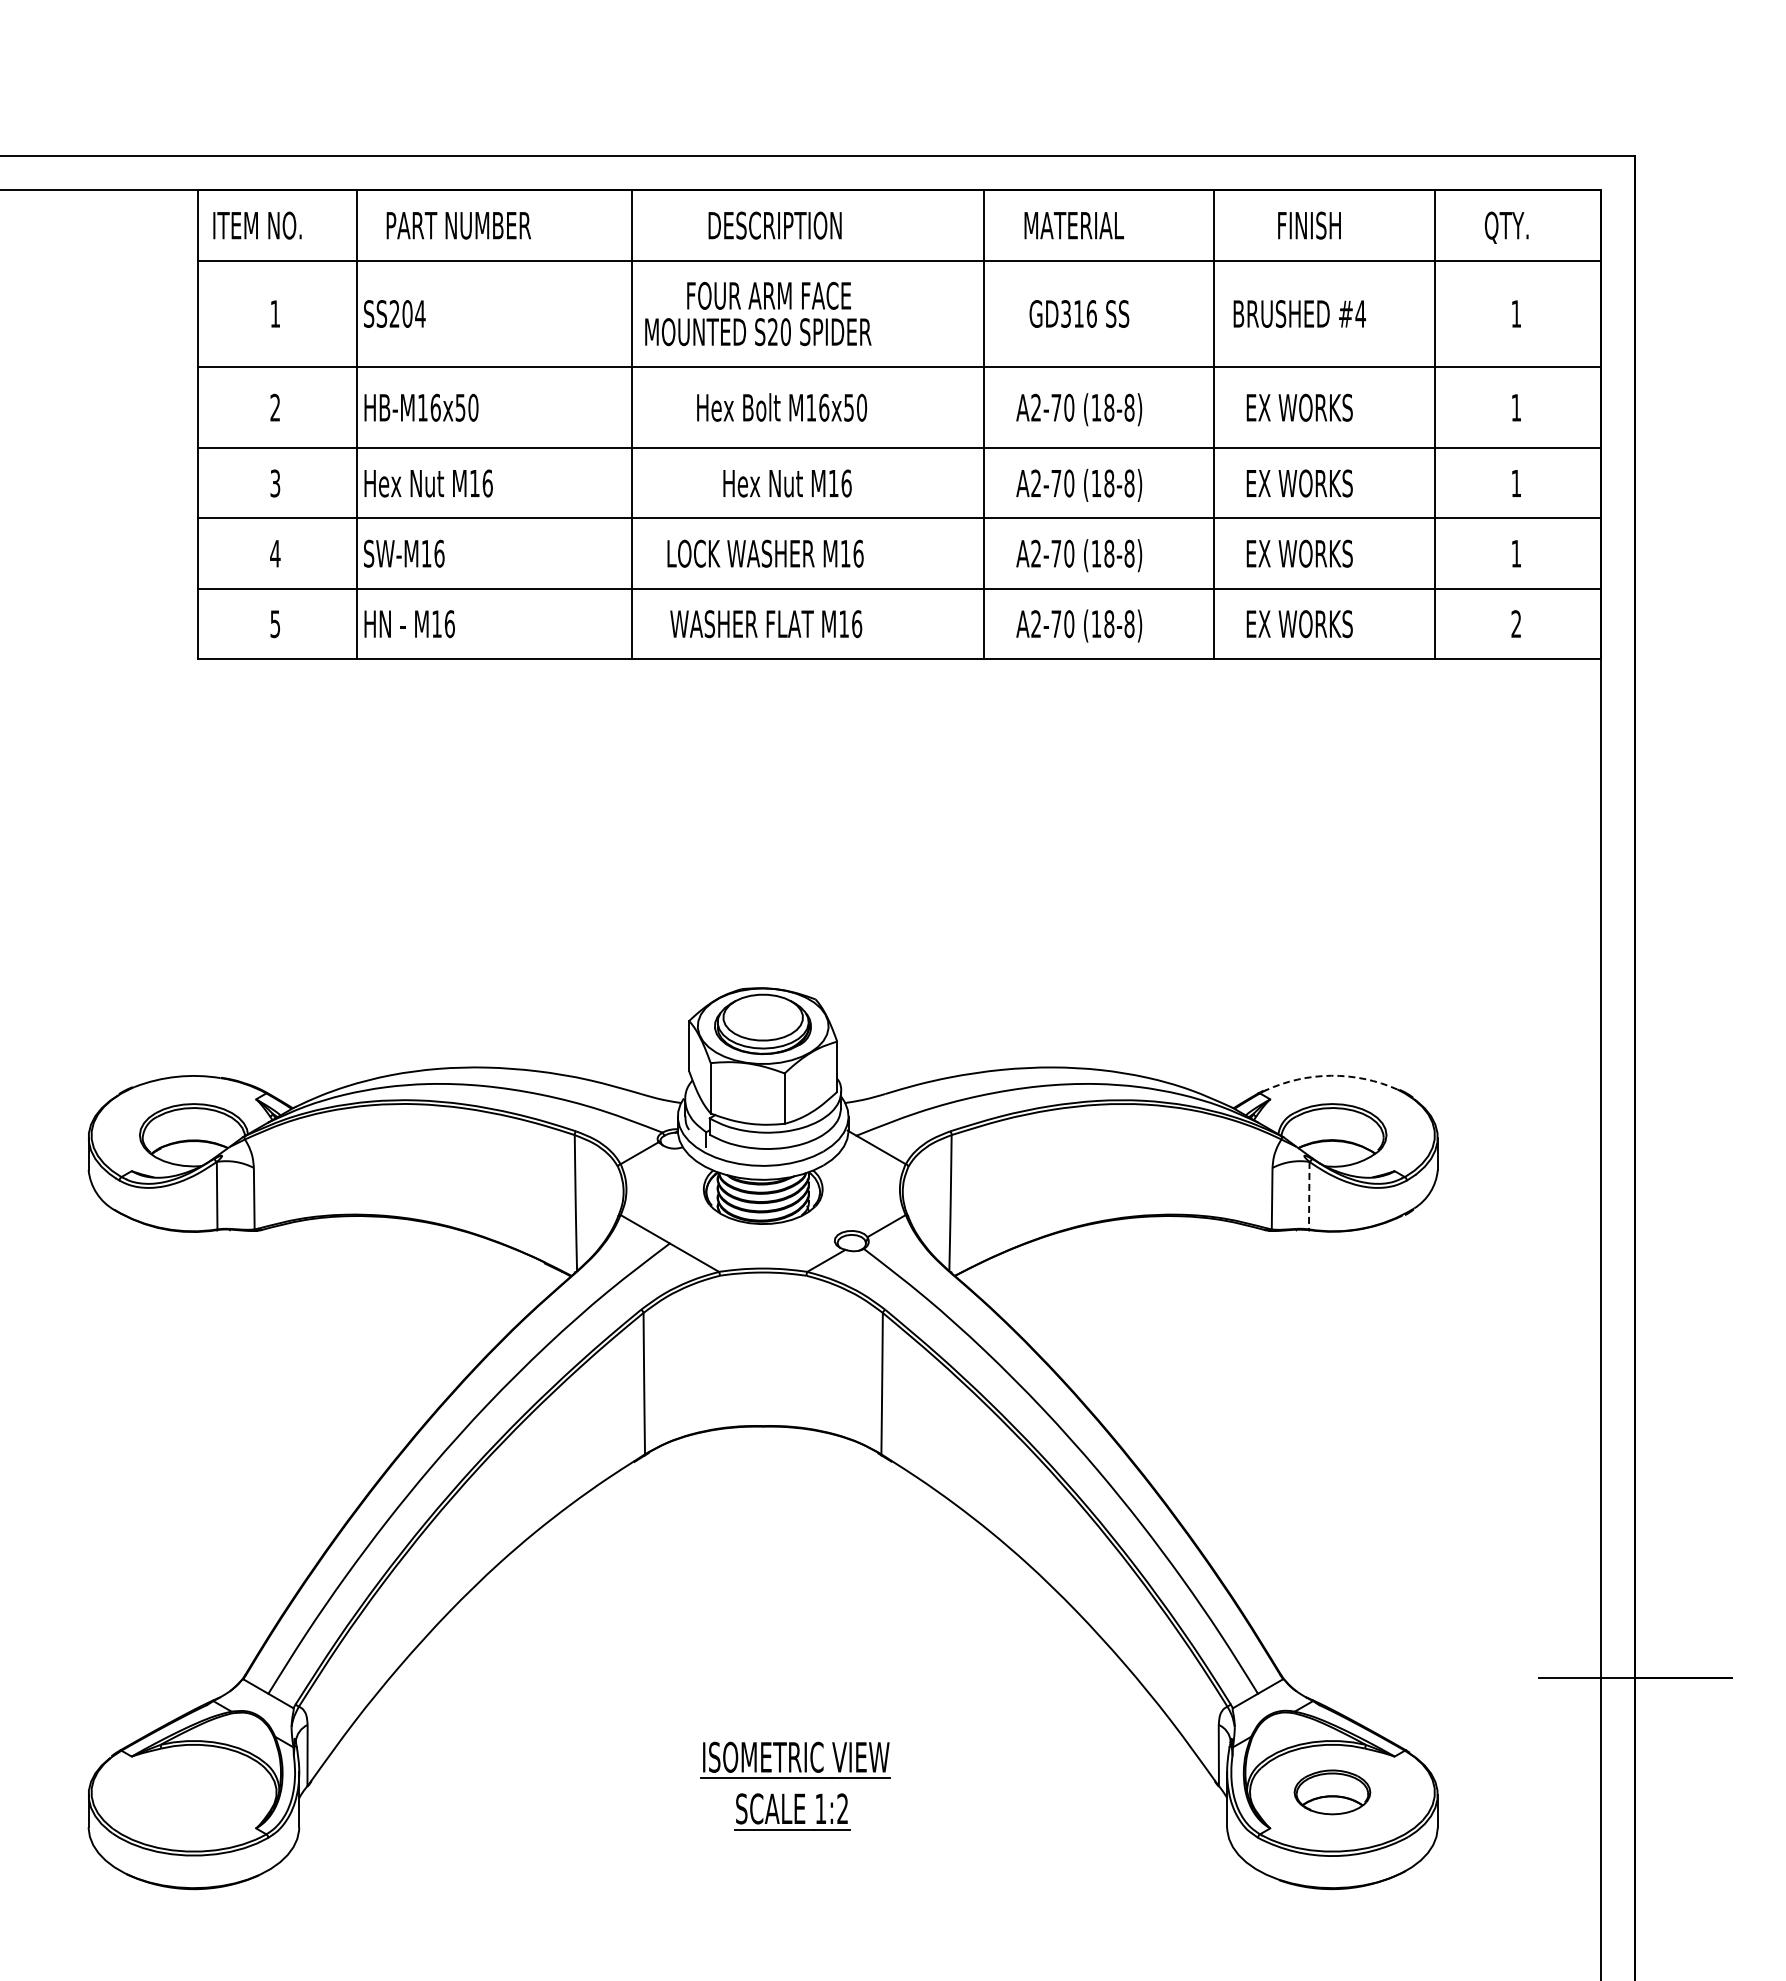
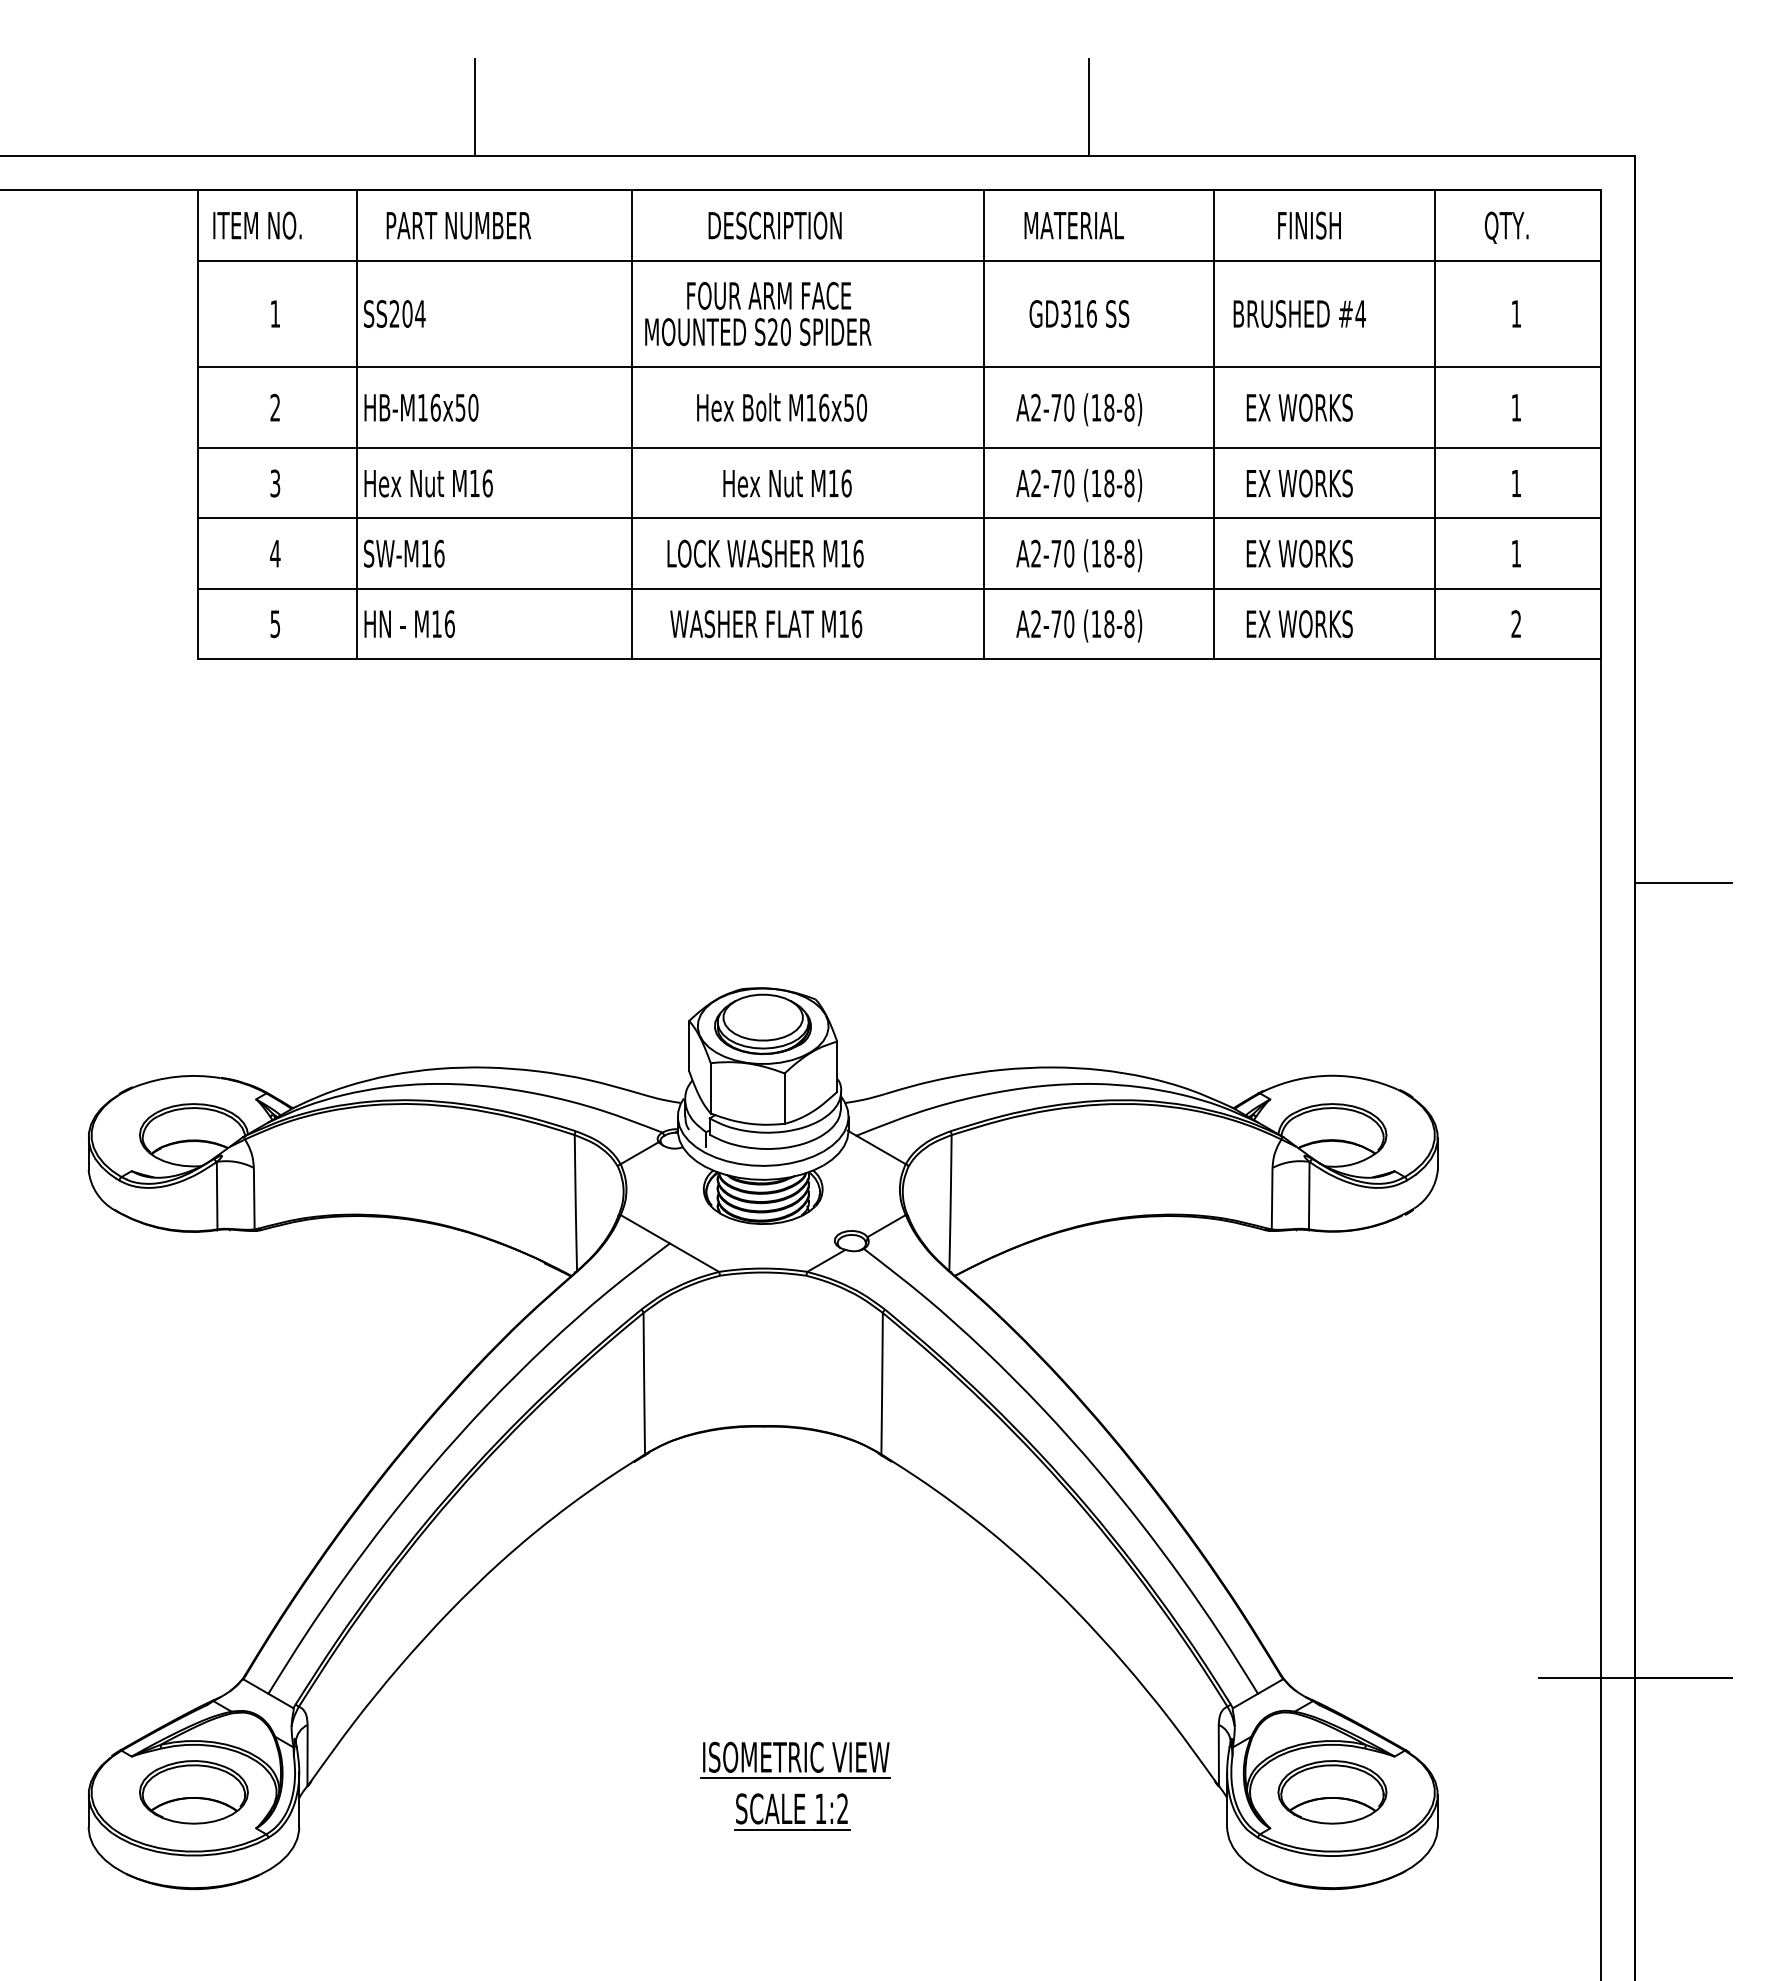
line at (474, 107): none -> present
line at (1089, 107): none -> present
line at (1683, 883): none -> present
arc at (1331, 1075): dashed -> solid
line at (1309, 1195): dashed -> solid
part at (193, 1792): none -> present
part at (1332, 1792) size: 79x47 px -> 111x65 px
